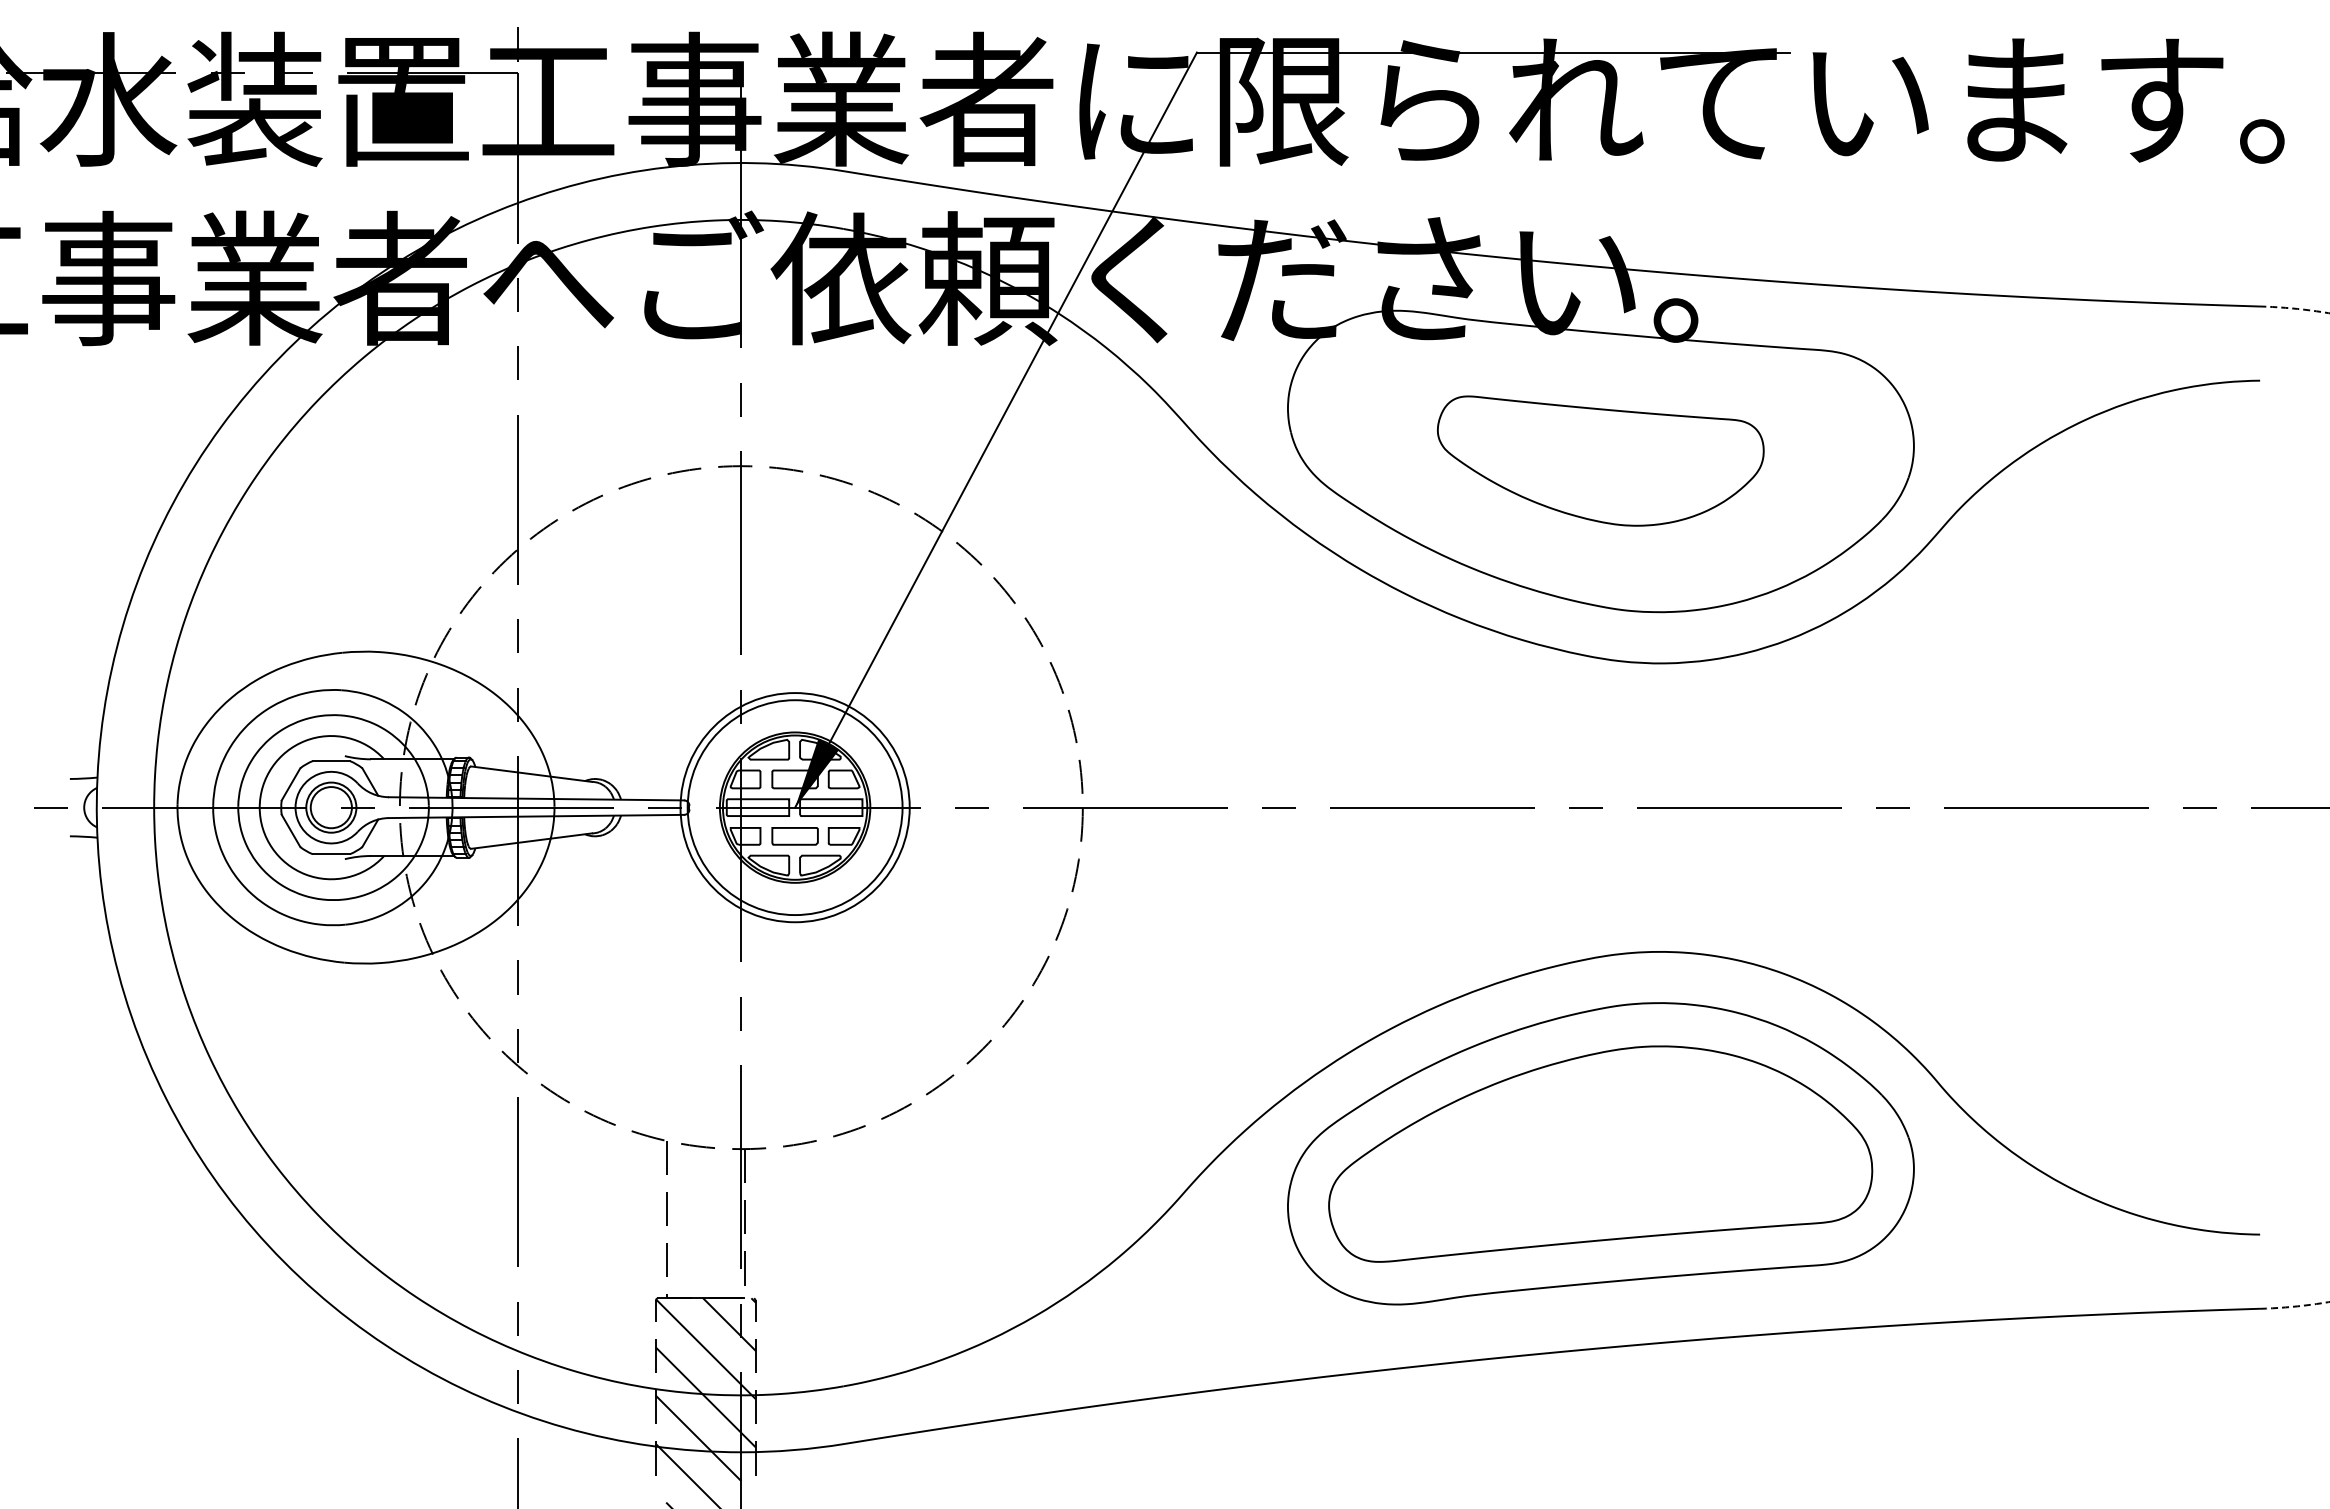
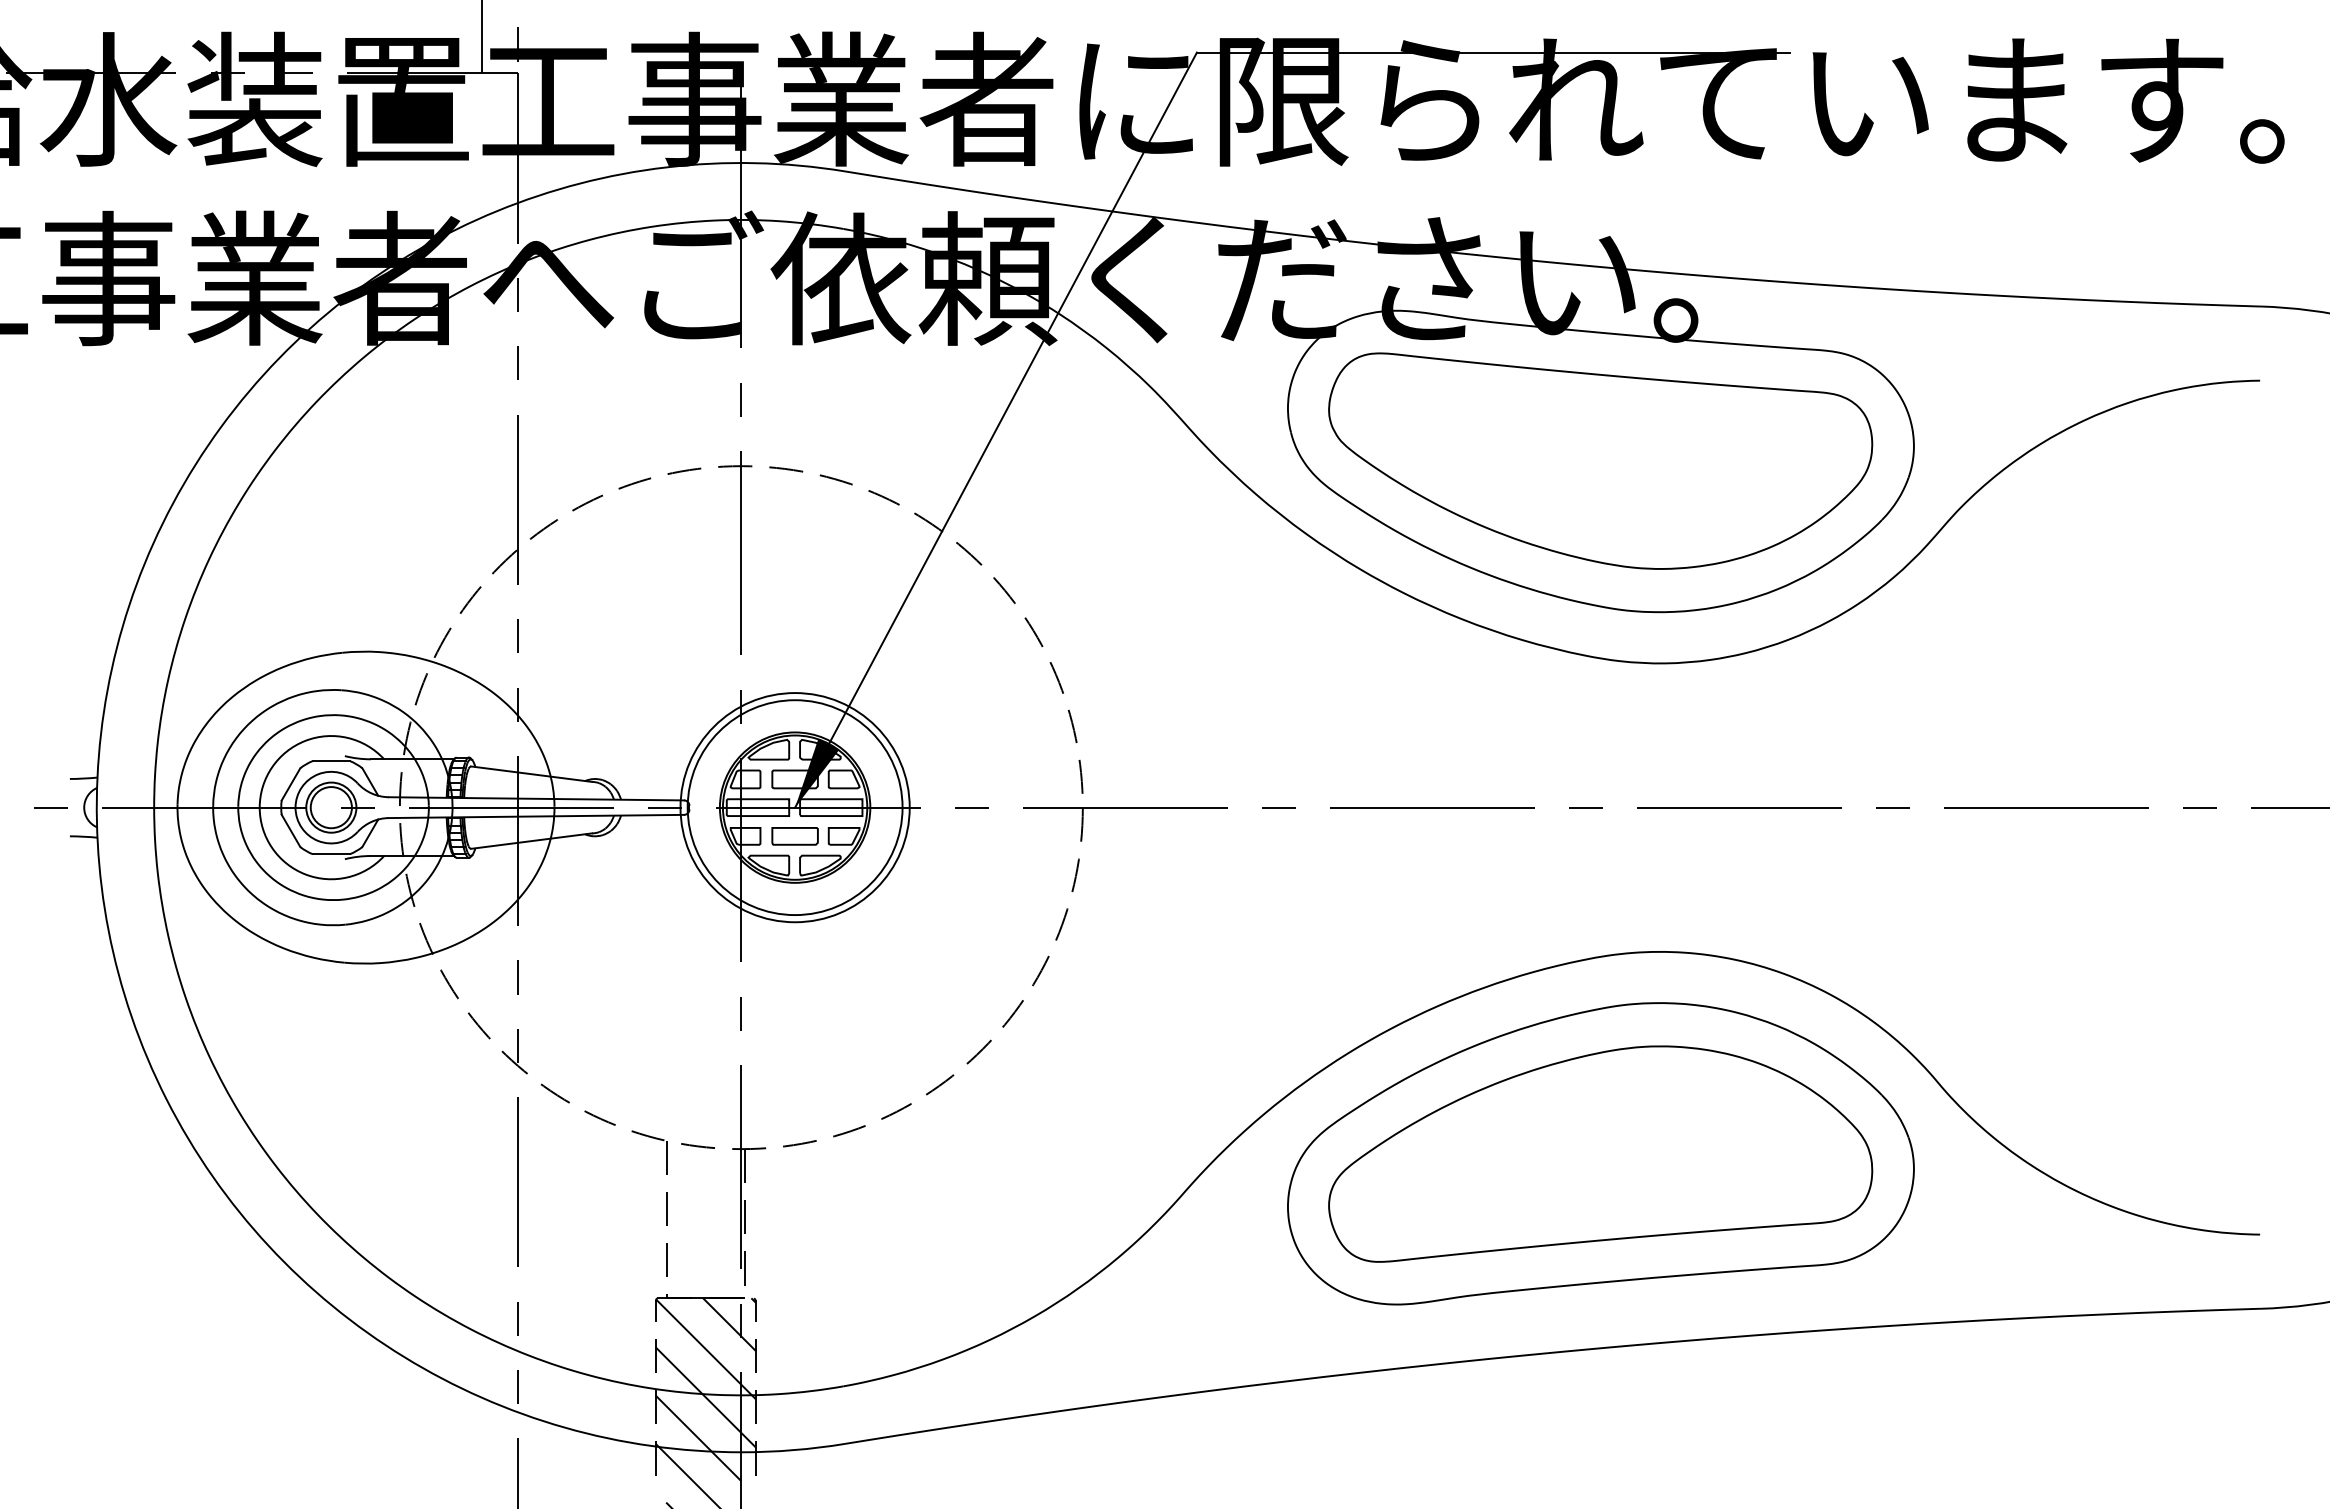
line at (481, 37): none -> present
arc at (2329, 313): dashed -> solid
part at (1600, 460) size: 328x132 px -> 546x218 px
